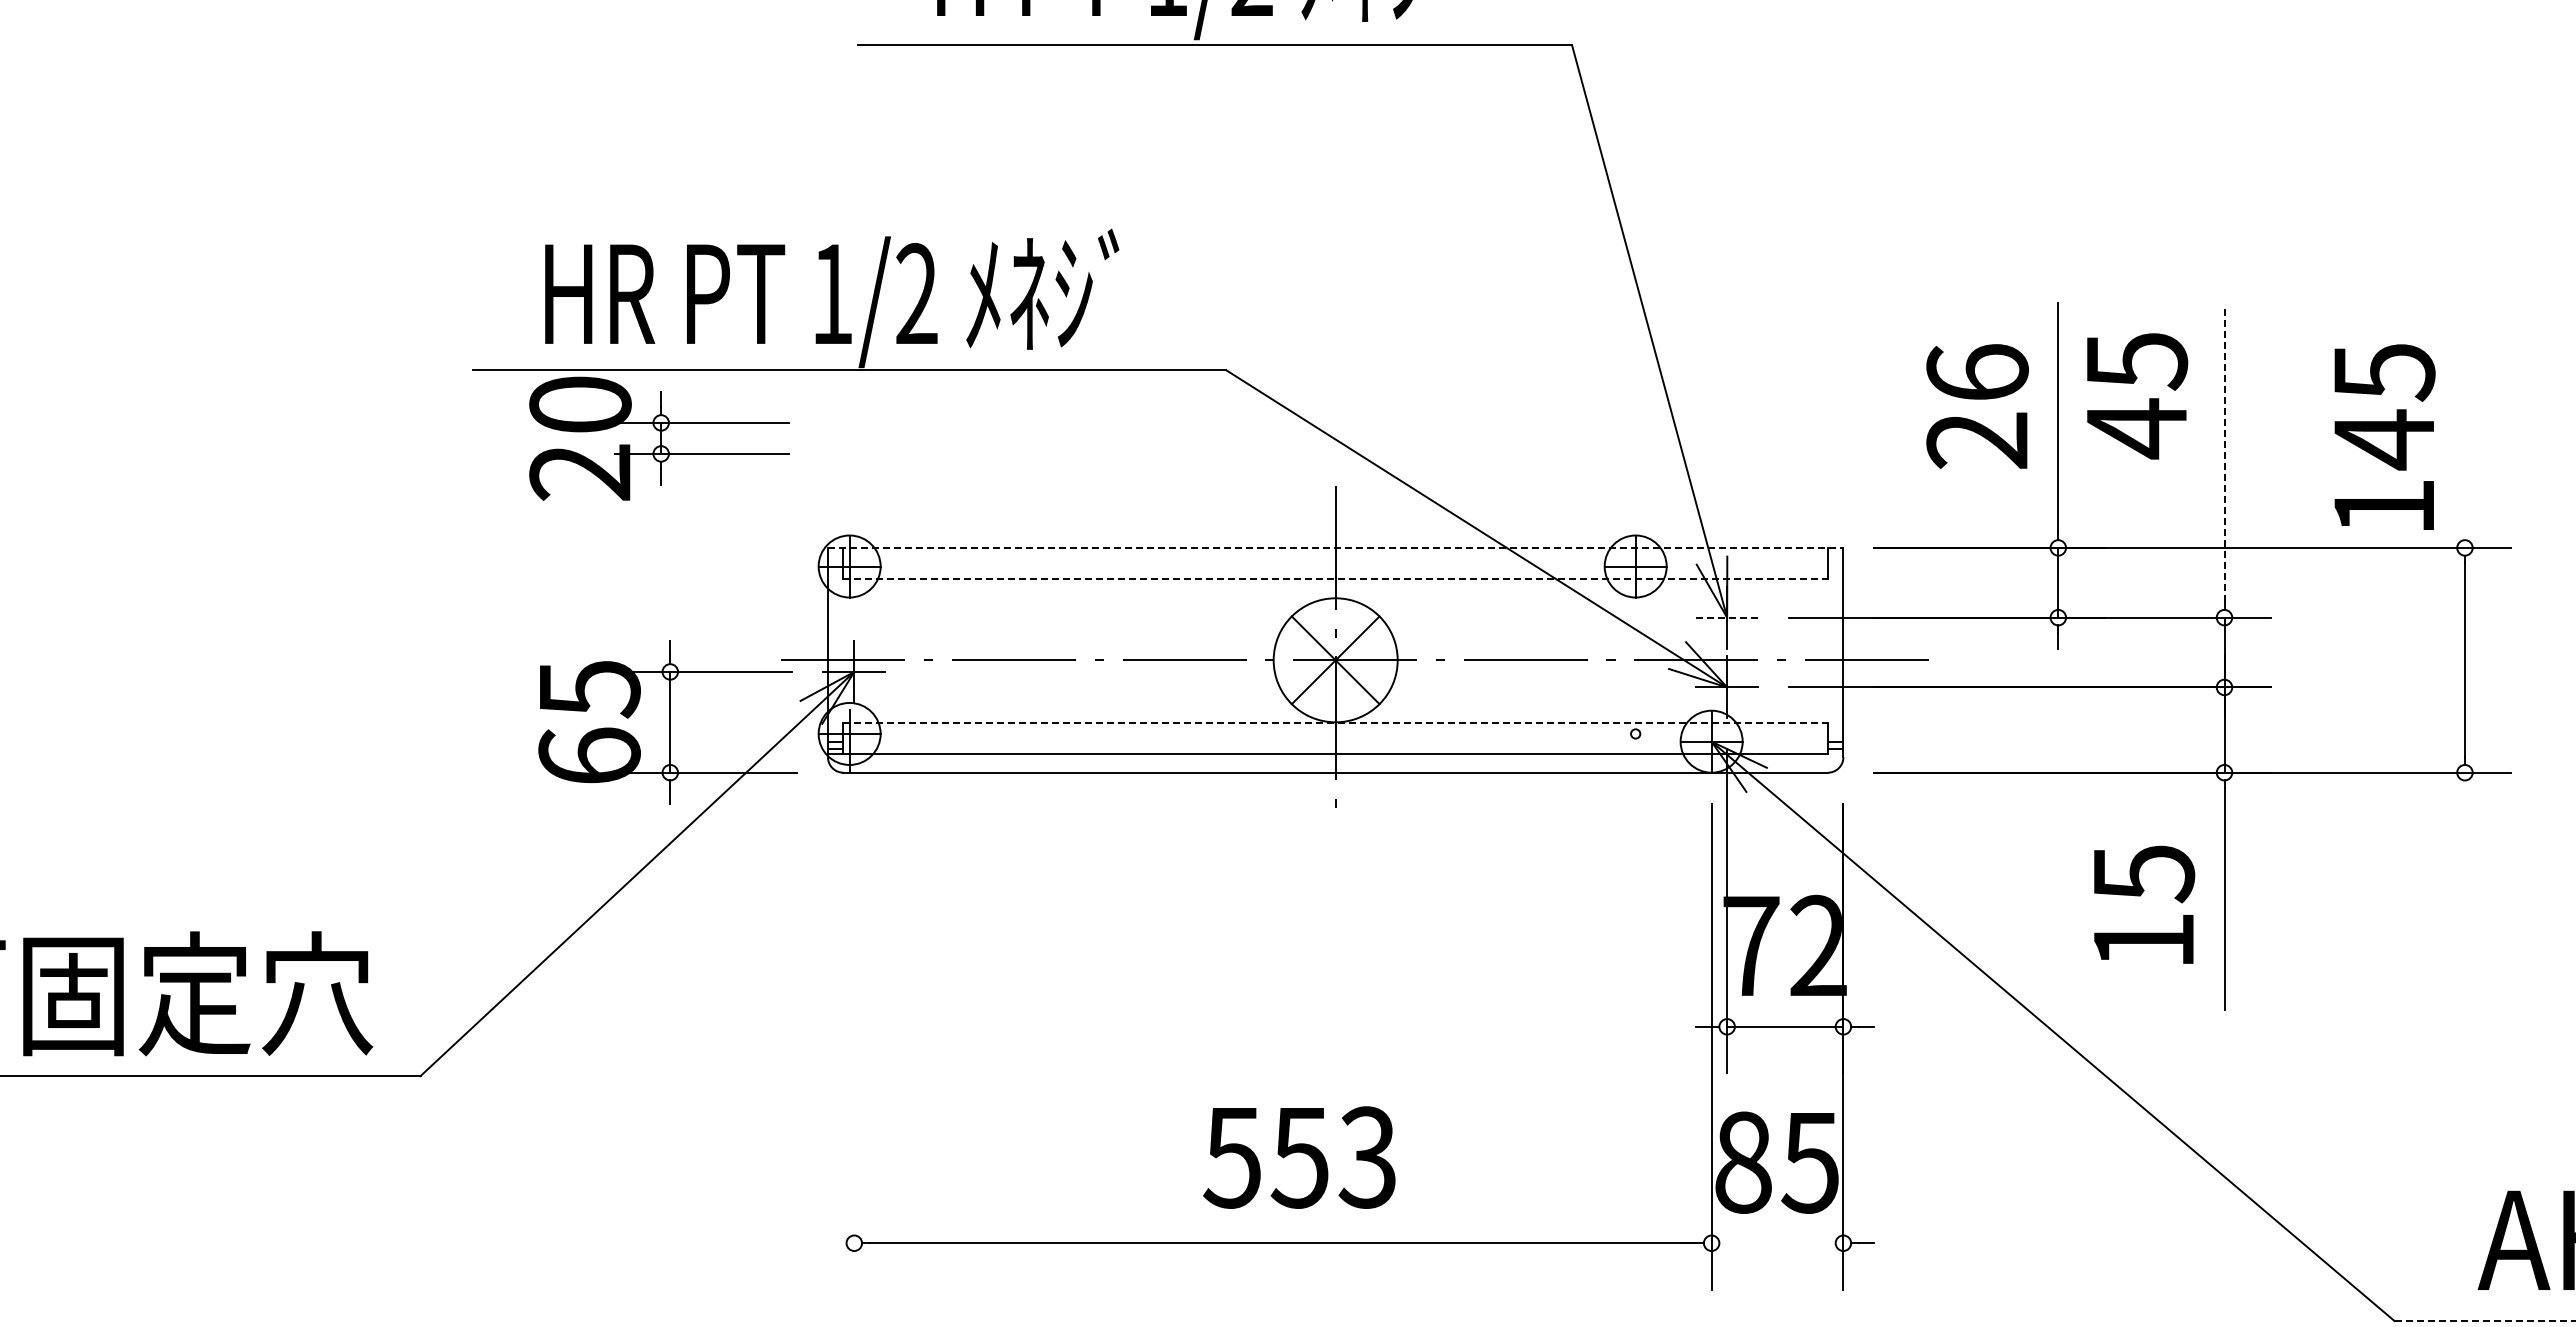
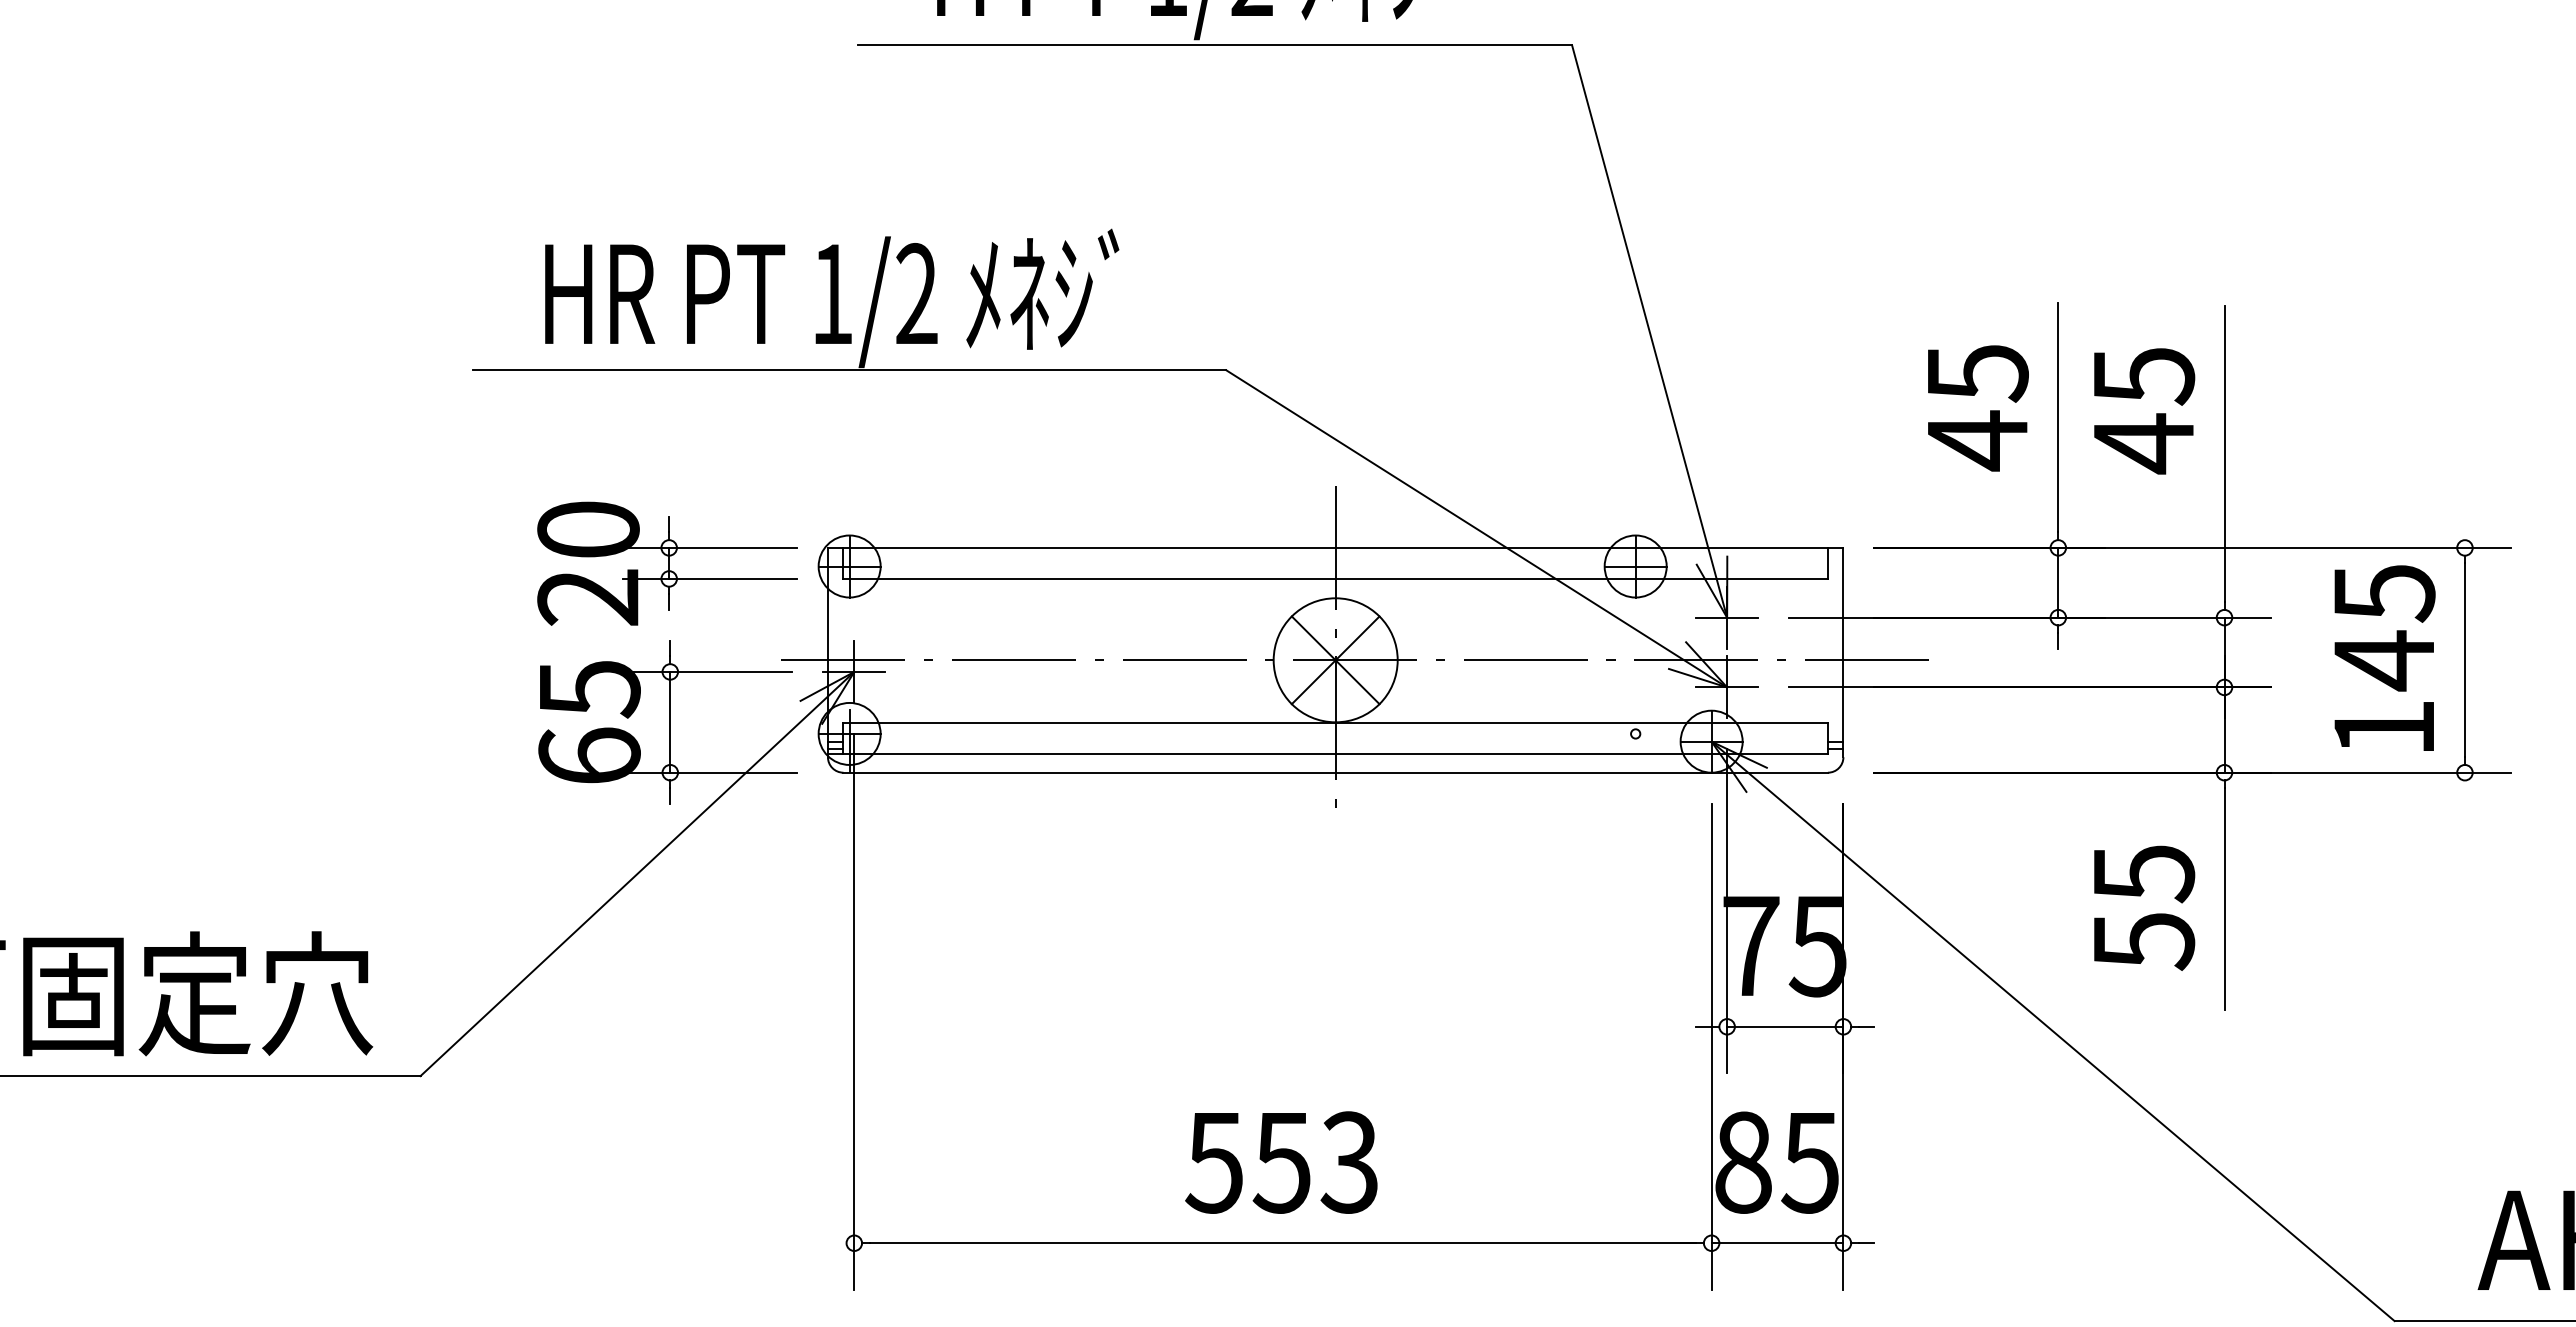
text at (2137, 396) position: (2137, 396) -> (2144, 411)
text at (1977, 407): 26 -> 45
text at (2384, 436) position: (2384, 436) -> (2384, 657)
part at (659, 438) position: (659, 438) -> (667, 563)
line at (2224, 453): dashed -> solid
line at (1335, 547): dashed -> solid
line at (1336, 578): dashed -> solid
line at (1727, 617): dashed -> solid
line at (1336, 723): dashed -> solid
text at (2144, 941): 15 -> 55
text at (1817, 945): 72 -> 75
line at (854, 1011): none -> present
text at (1299, 1157) position: (1299, 1157) -> (1281, 1162)
line at (1777, 1243): none -> present
line at (2485, 1321): dashed -> solid
